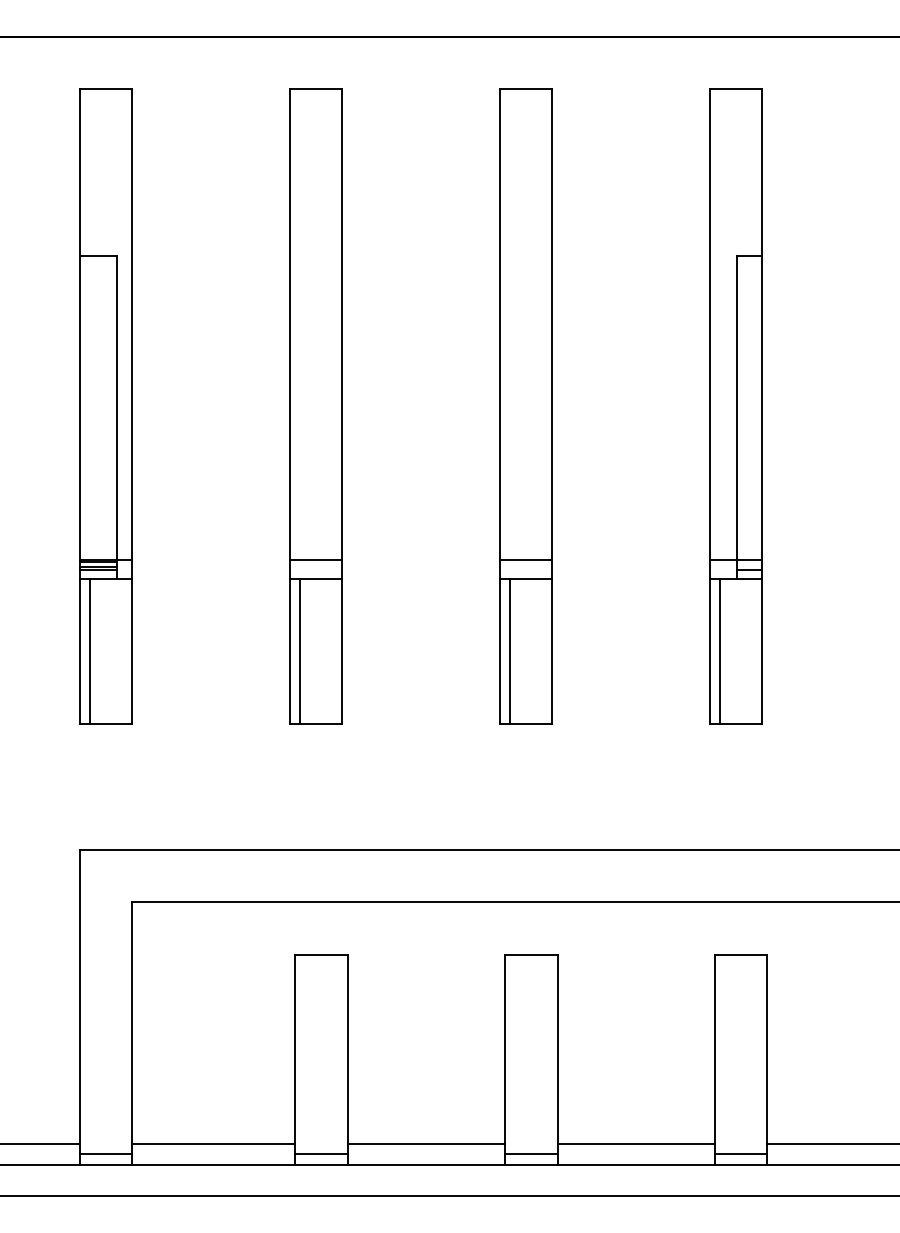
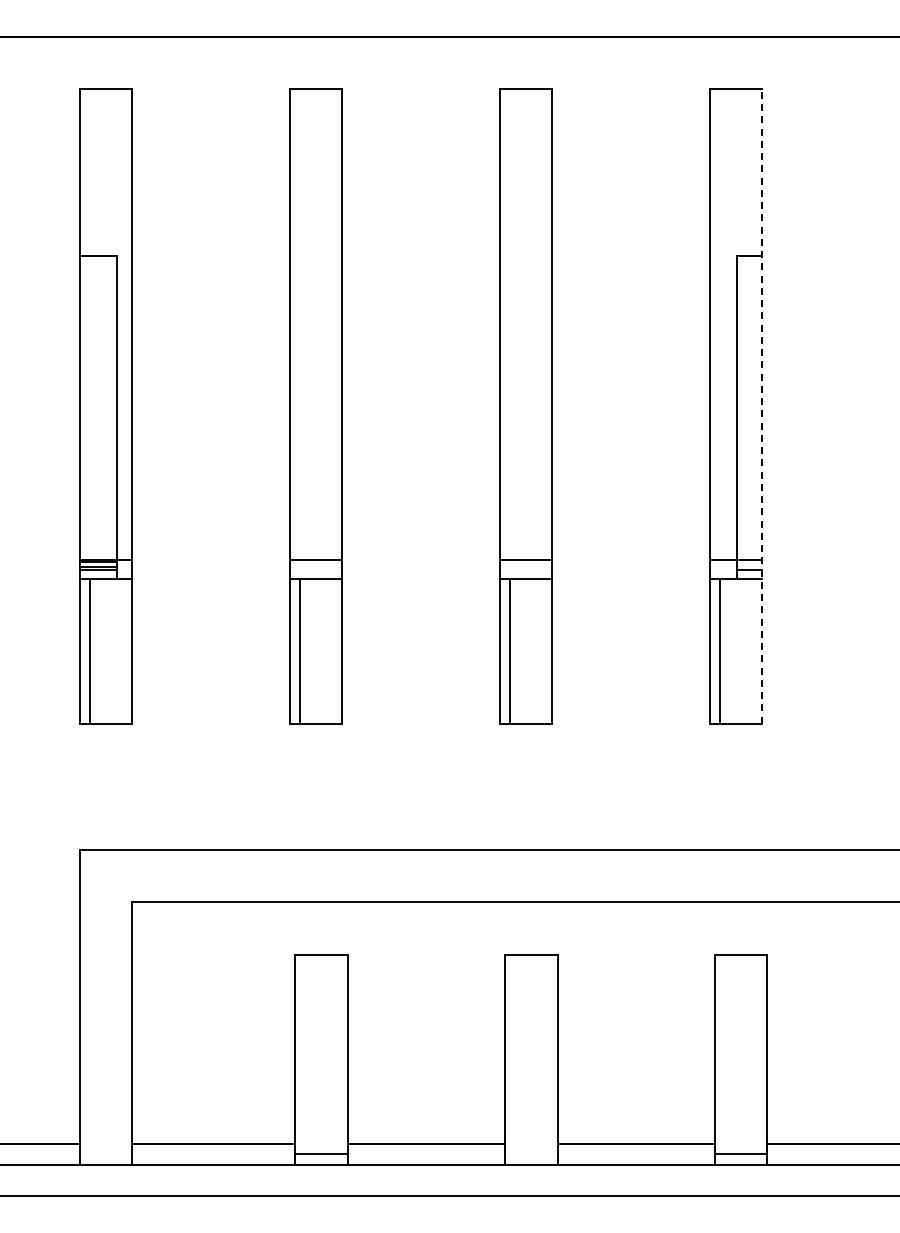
line at (762, 406): solid -> dashed
line at (105, 1154): present -> none
line at (531, 1154): present -> none
